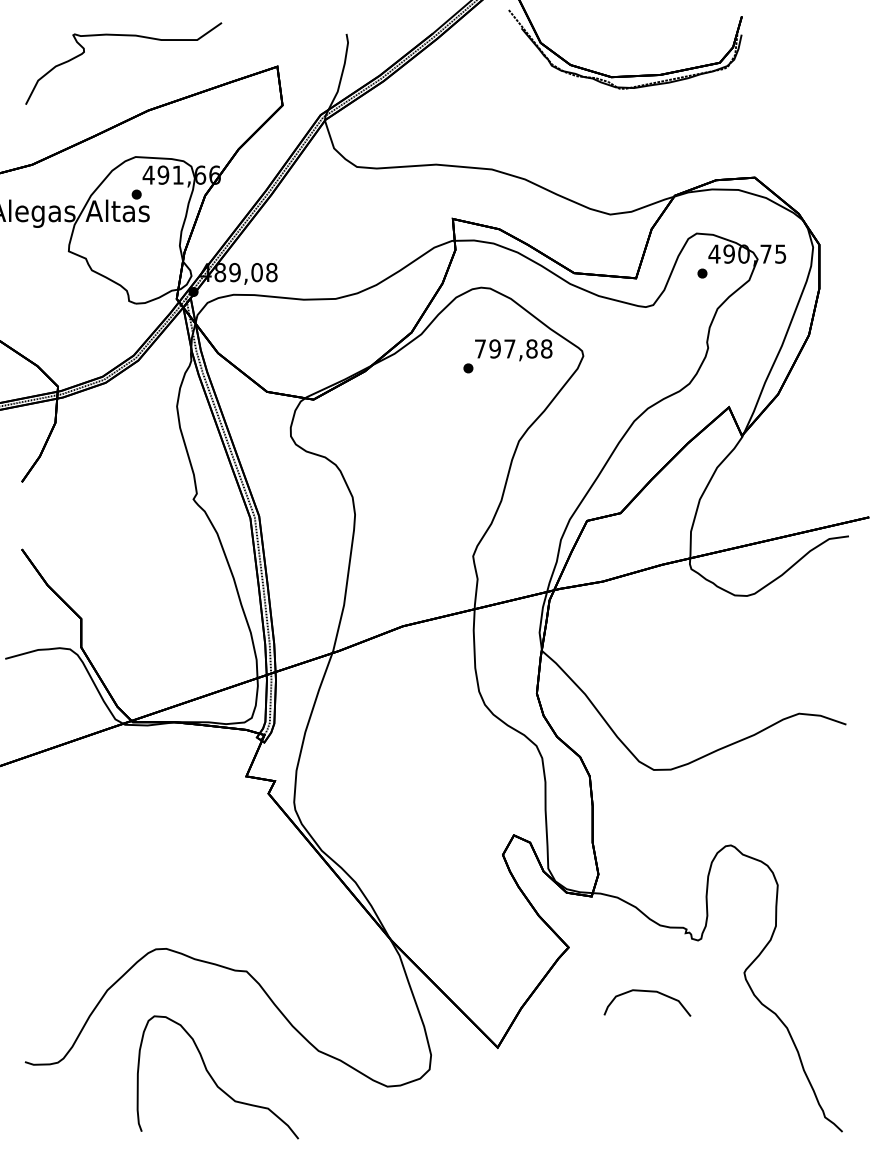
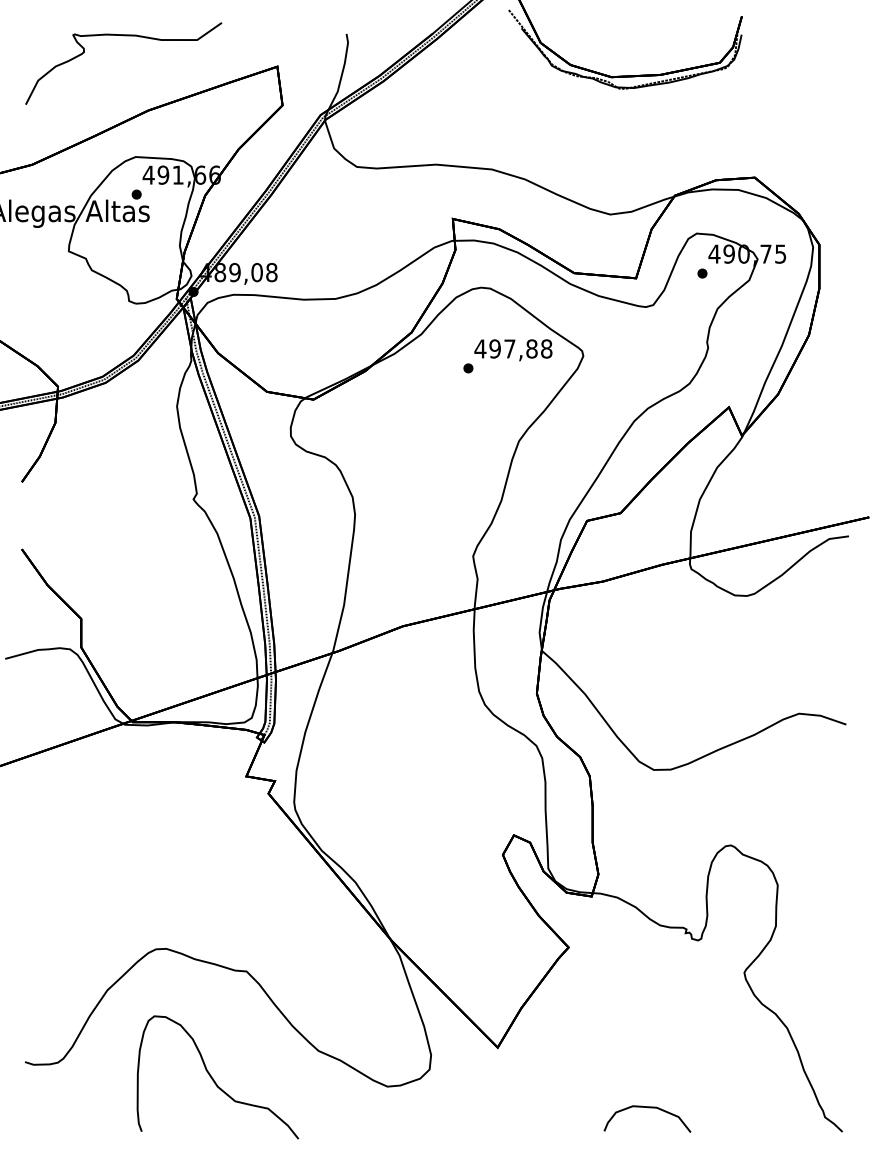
text at (480, 348): 797,88 -> 497,88
curve at (648, 992) position: (648, 992) -> (648, 1108)
